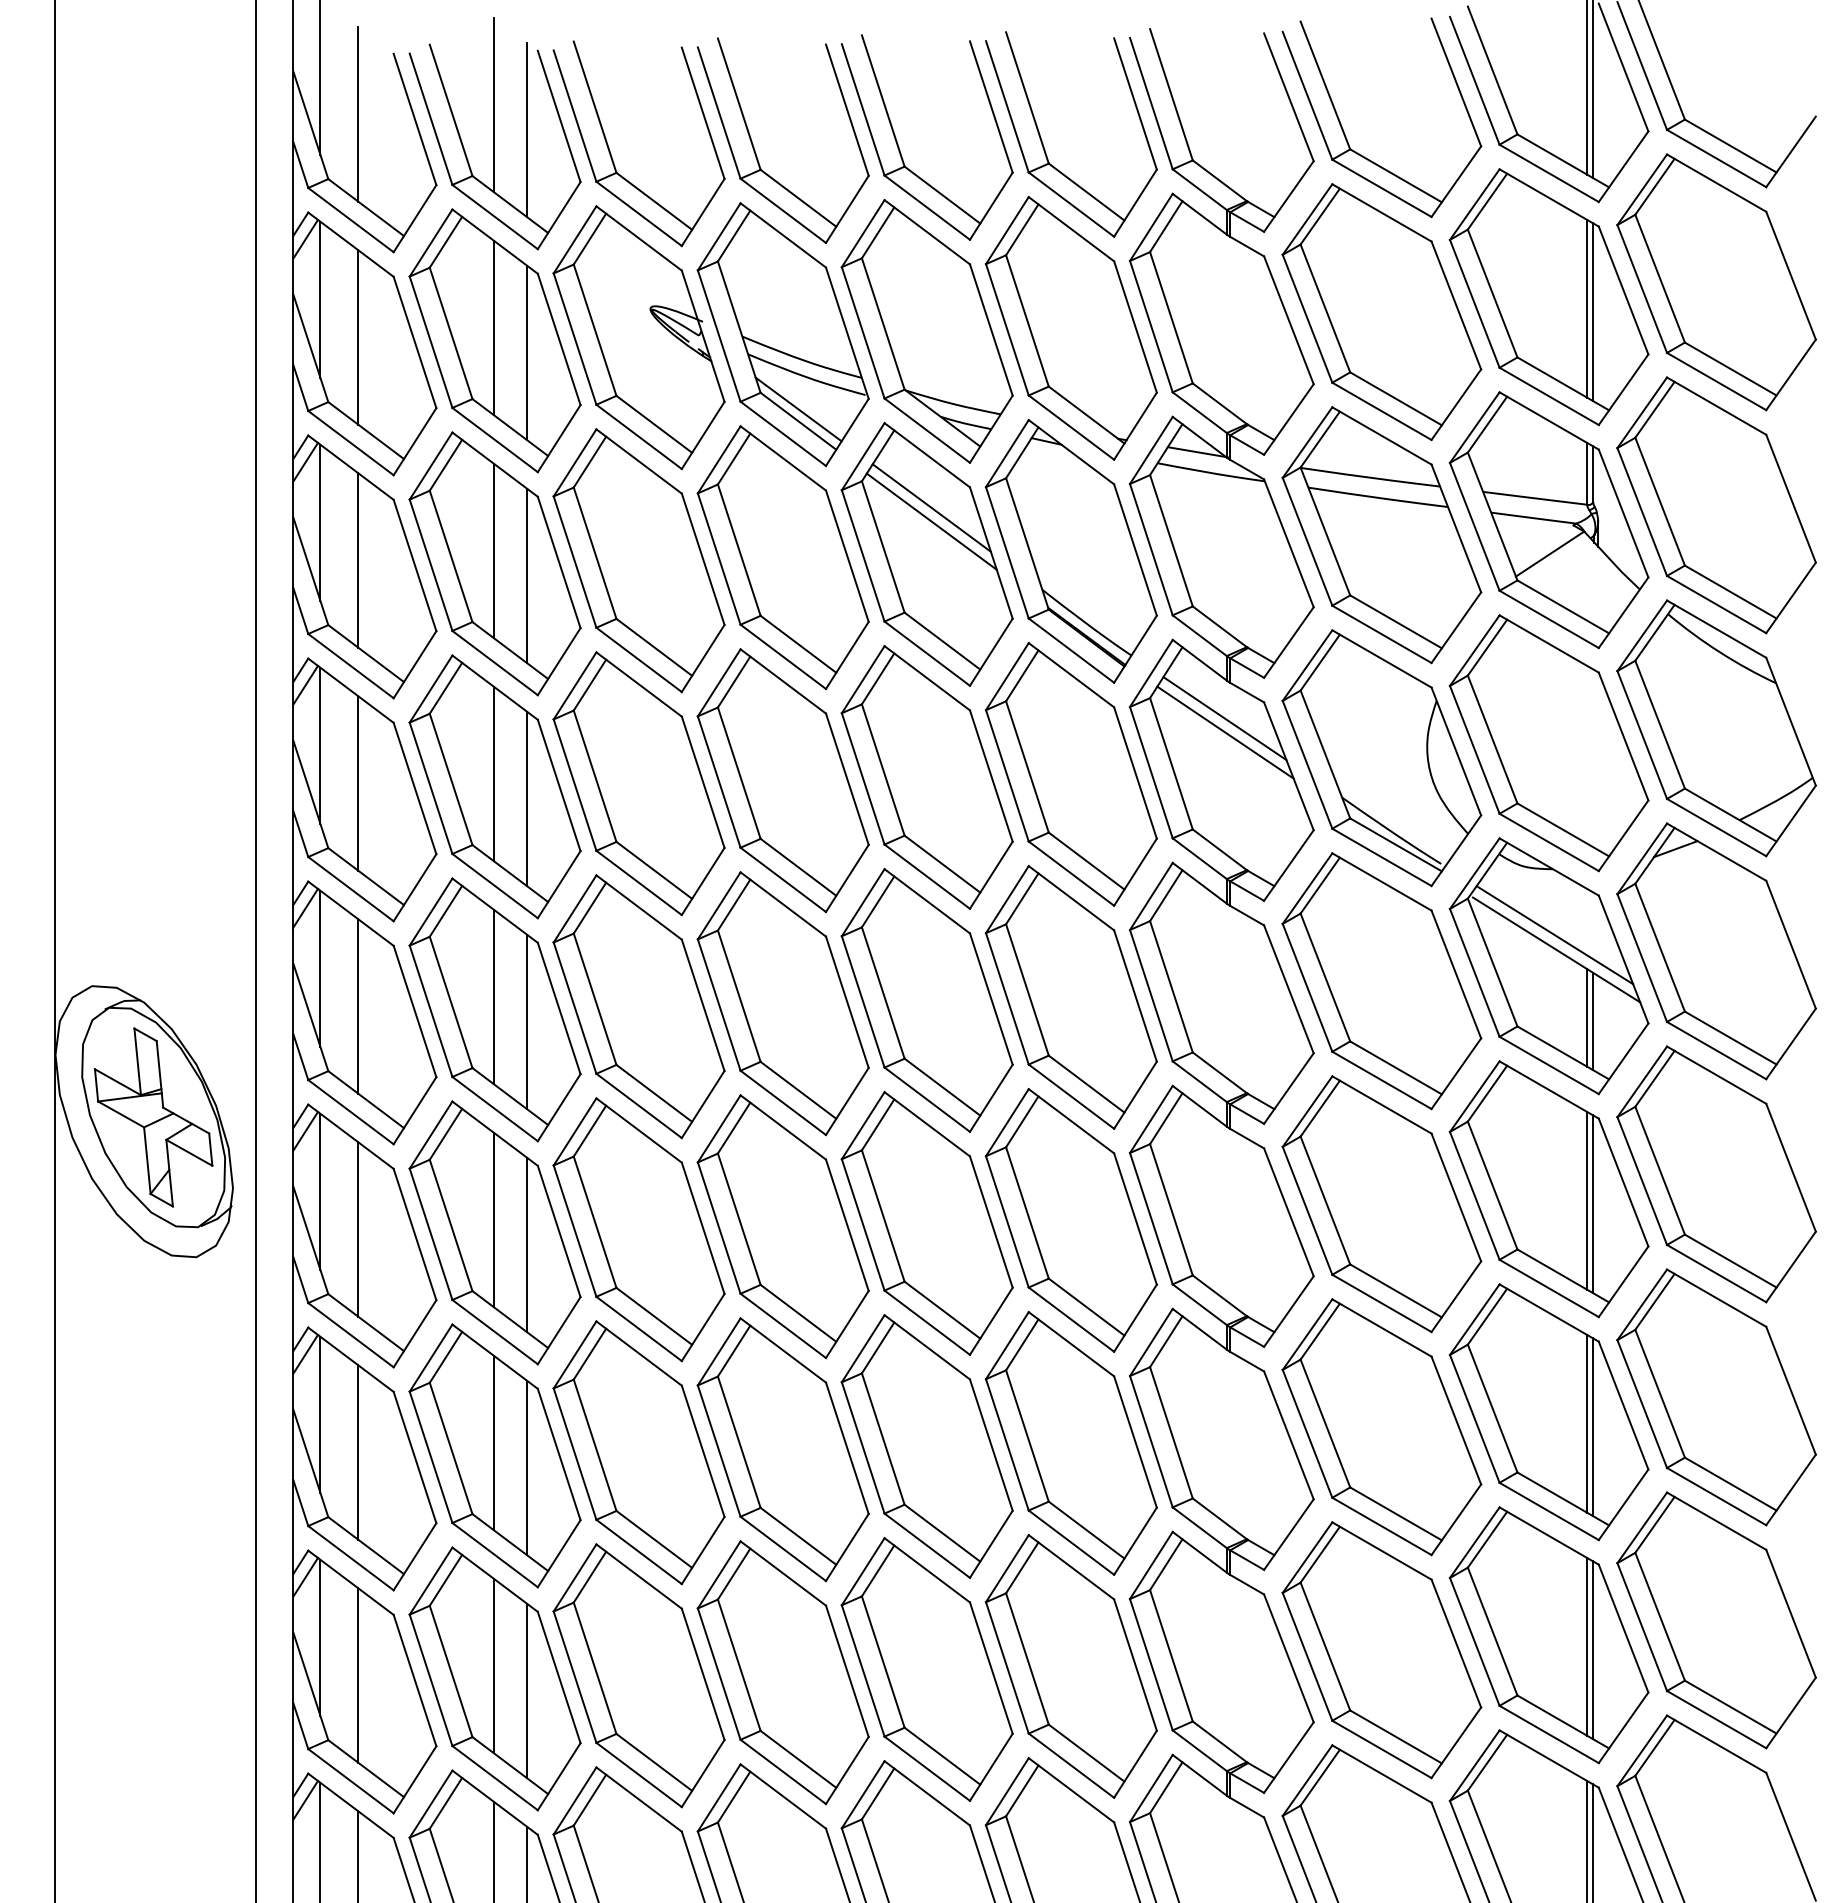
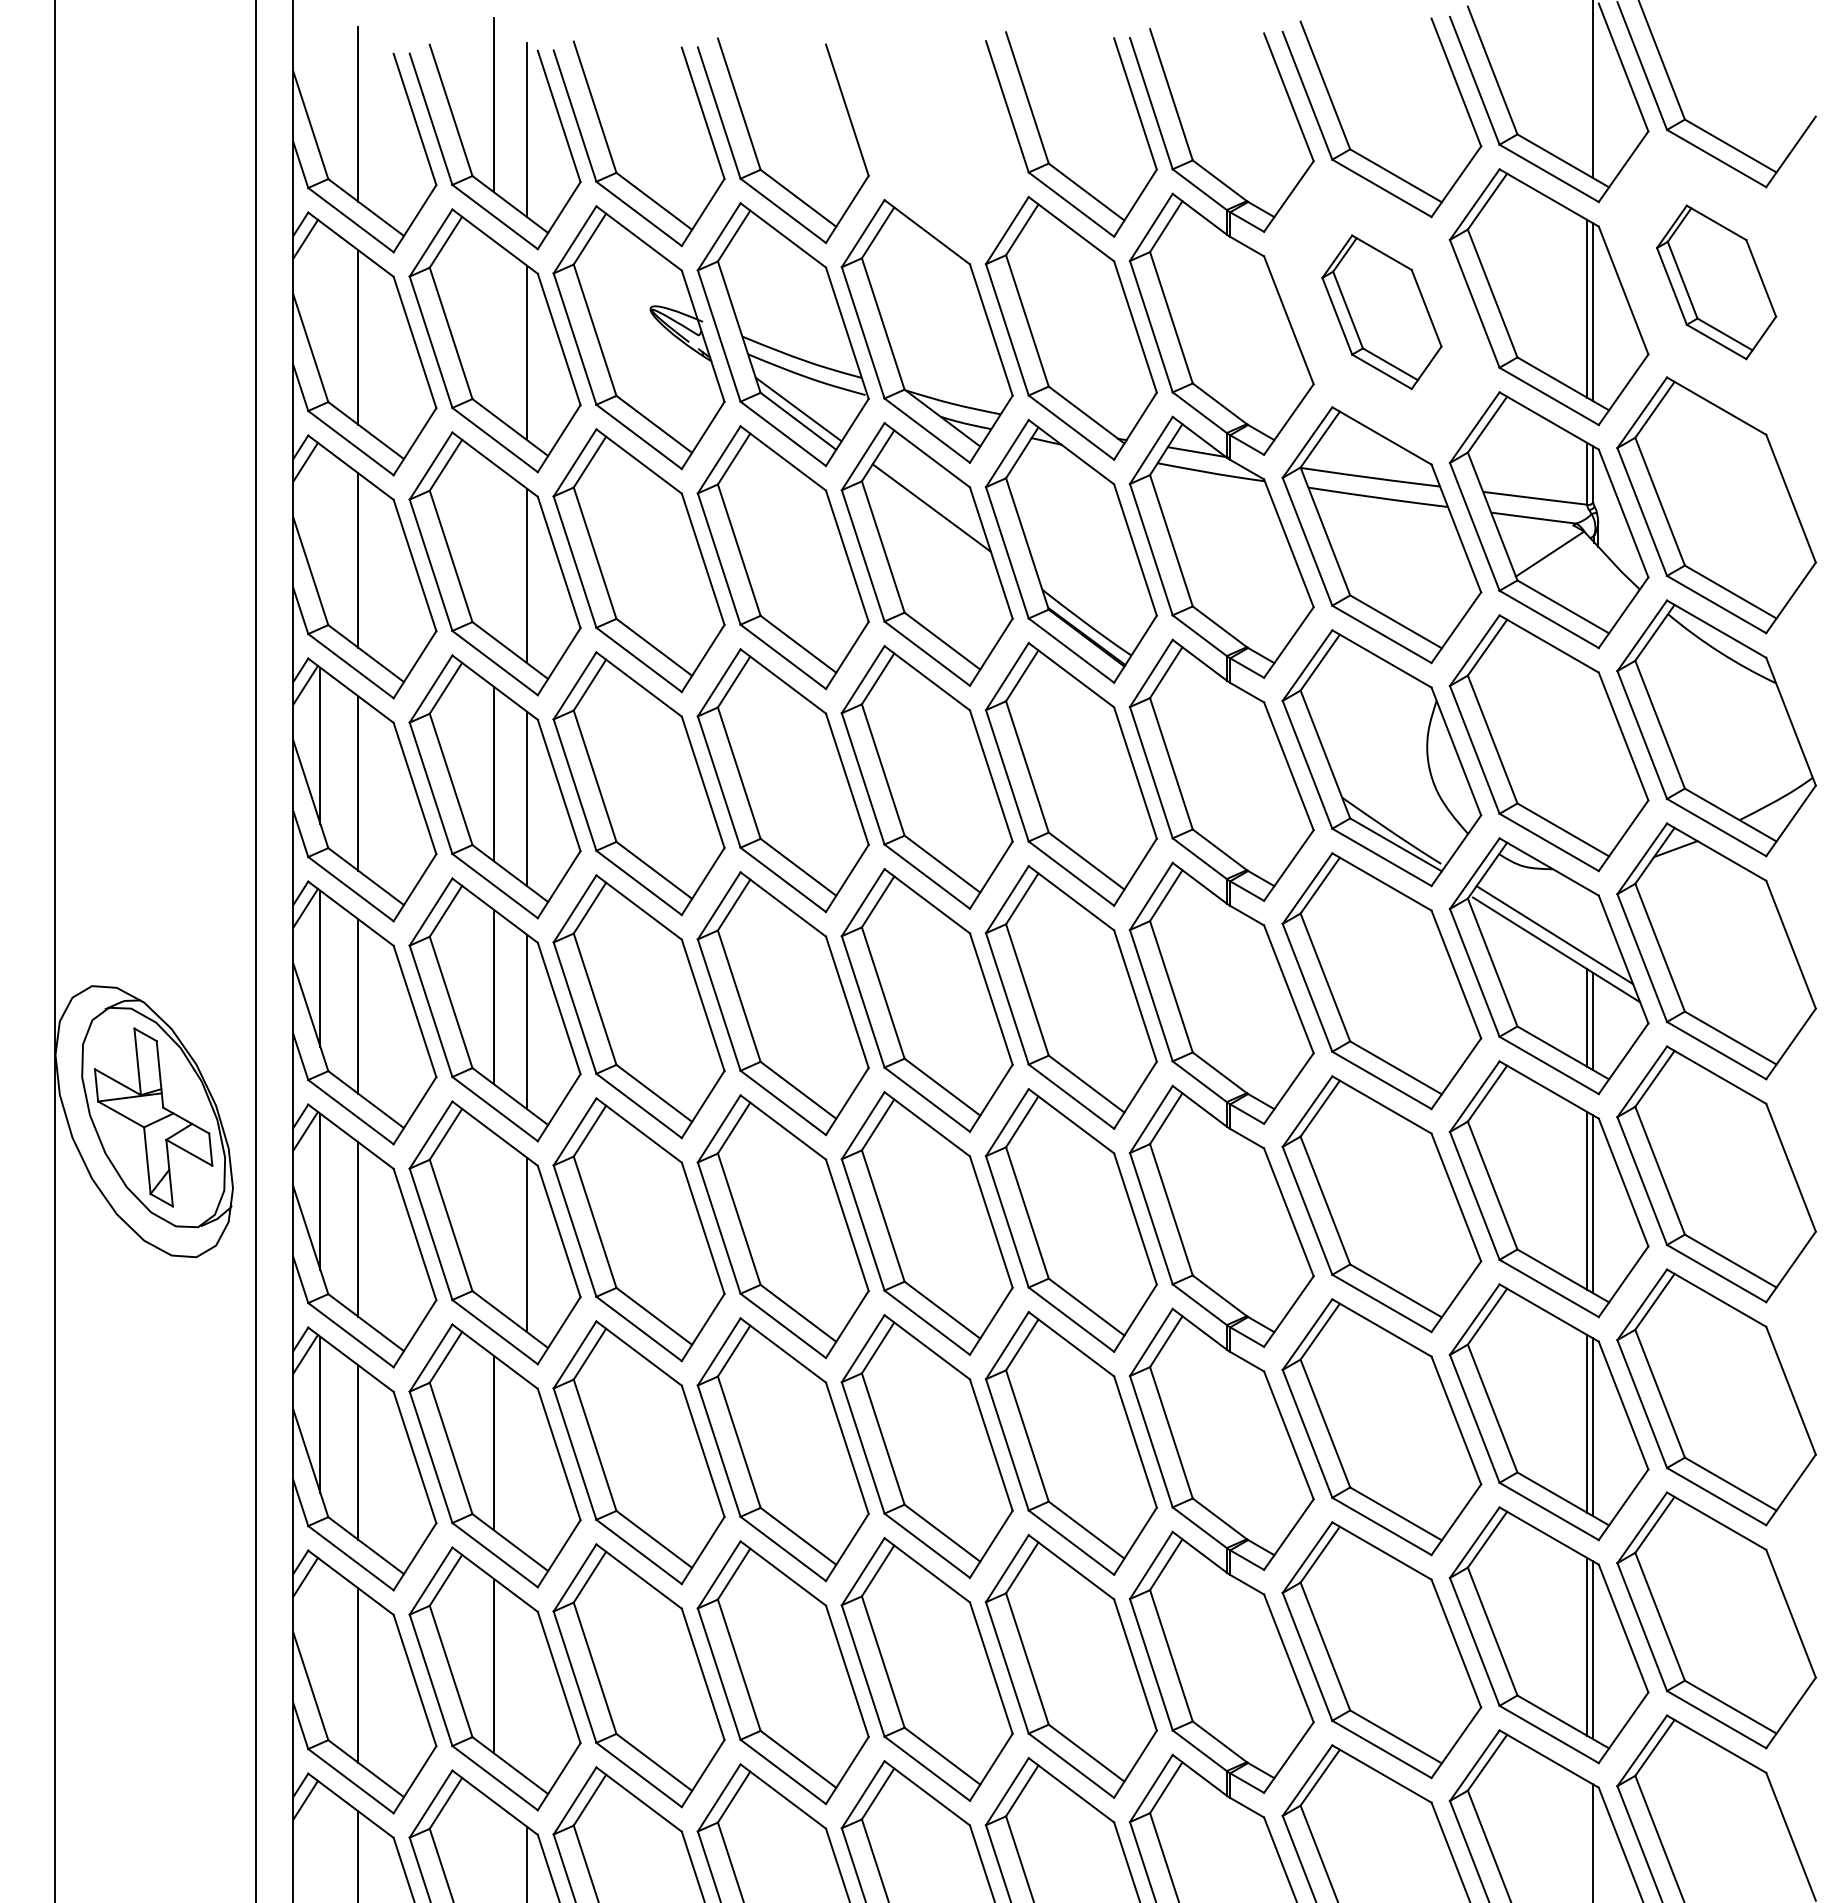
line at (320, 78): present -> none
line at (1587, 88): present -> none
part at (899, 147): present -> none
part at (1716, 282) size: 201x259 px -> 122x157 px
line at (320, 299): present -> none
part at (1381, 312) size: 202x259 px -> 122x157 px
line at (493, 327): present -> none
line at (931, 521): present -> none
line at (320, 522): present -> none
line at (493, 550): present -> none
line at (1224, 718): present -> none
line at (1225, 732): present -> none
line at (493, 1219): present -> none
line at (527, 1467): present -> none
line at (320, 1637): present -> none
line at (527, 1690): present -> none
line at (320, 1840): present -> none
line at (1587, 1840): present -> none
line at (493, 1850): present -> none
